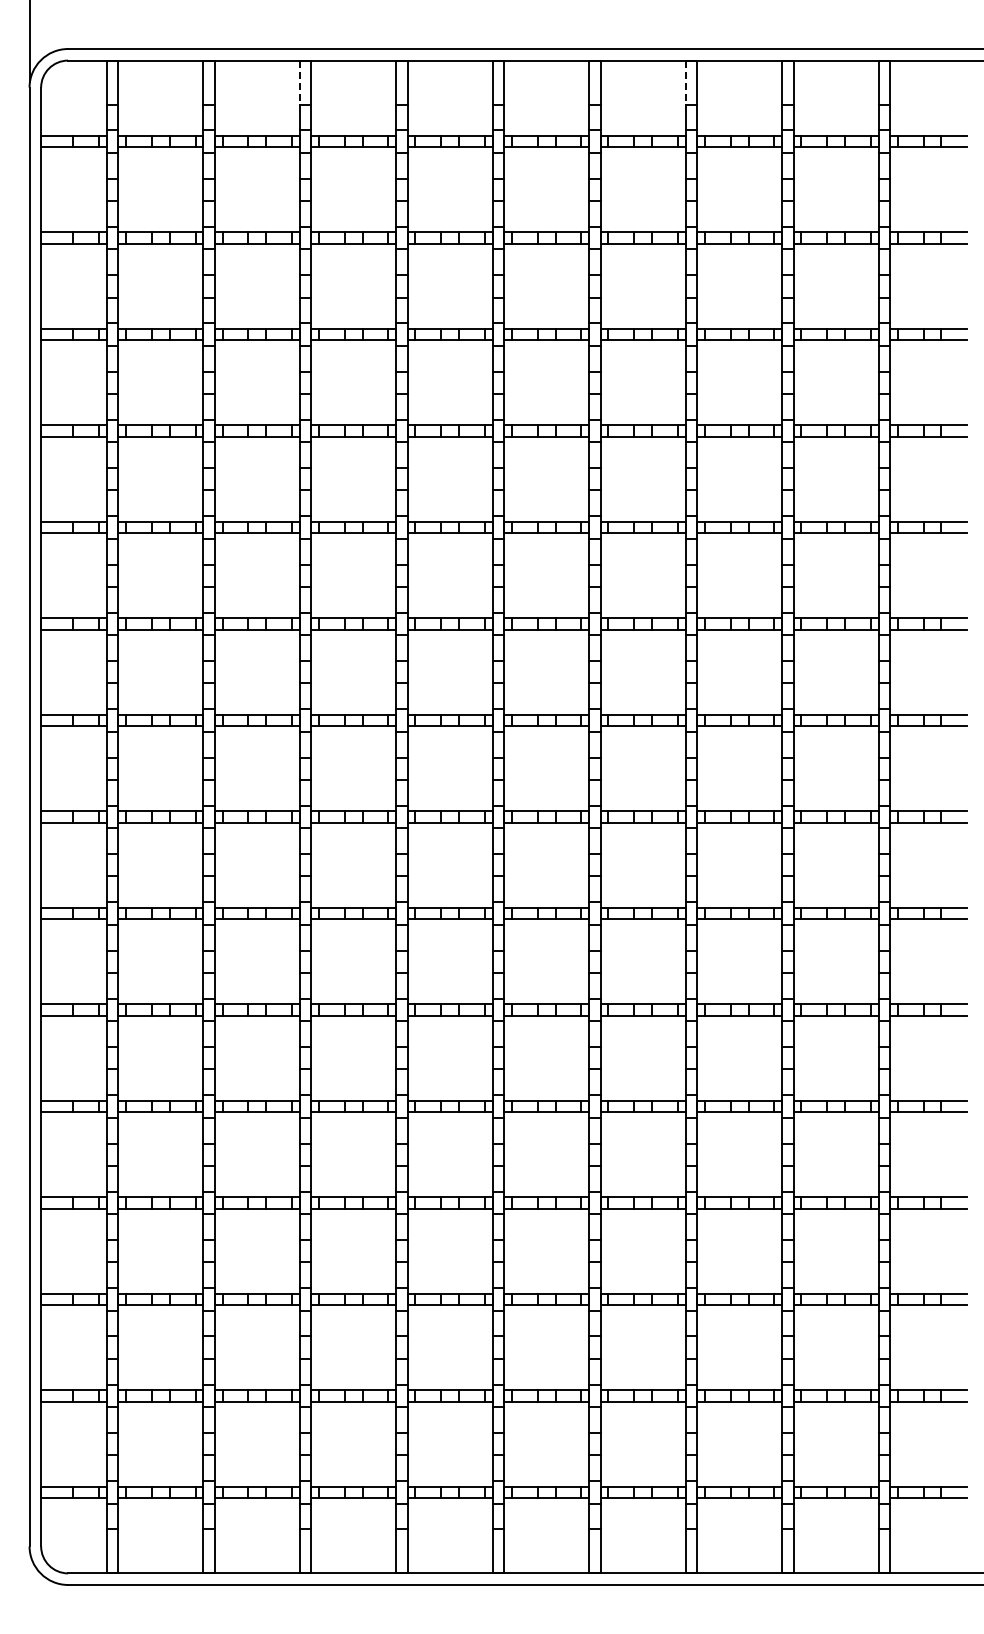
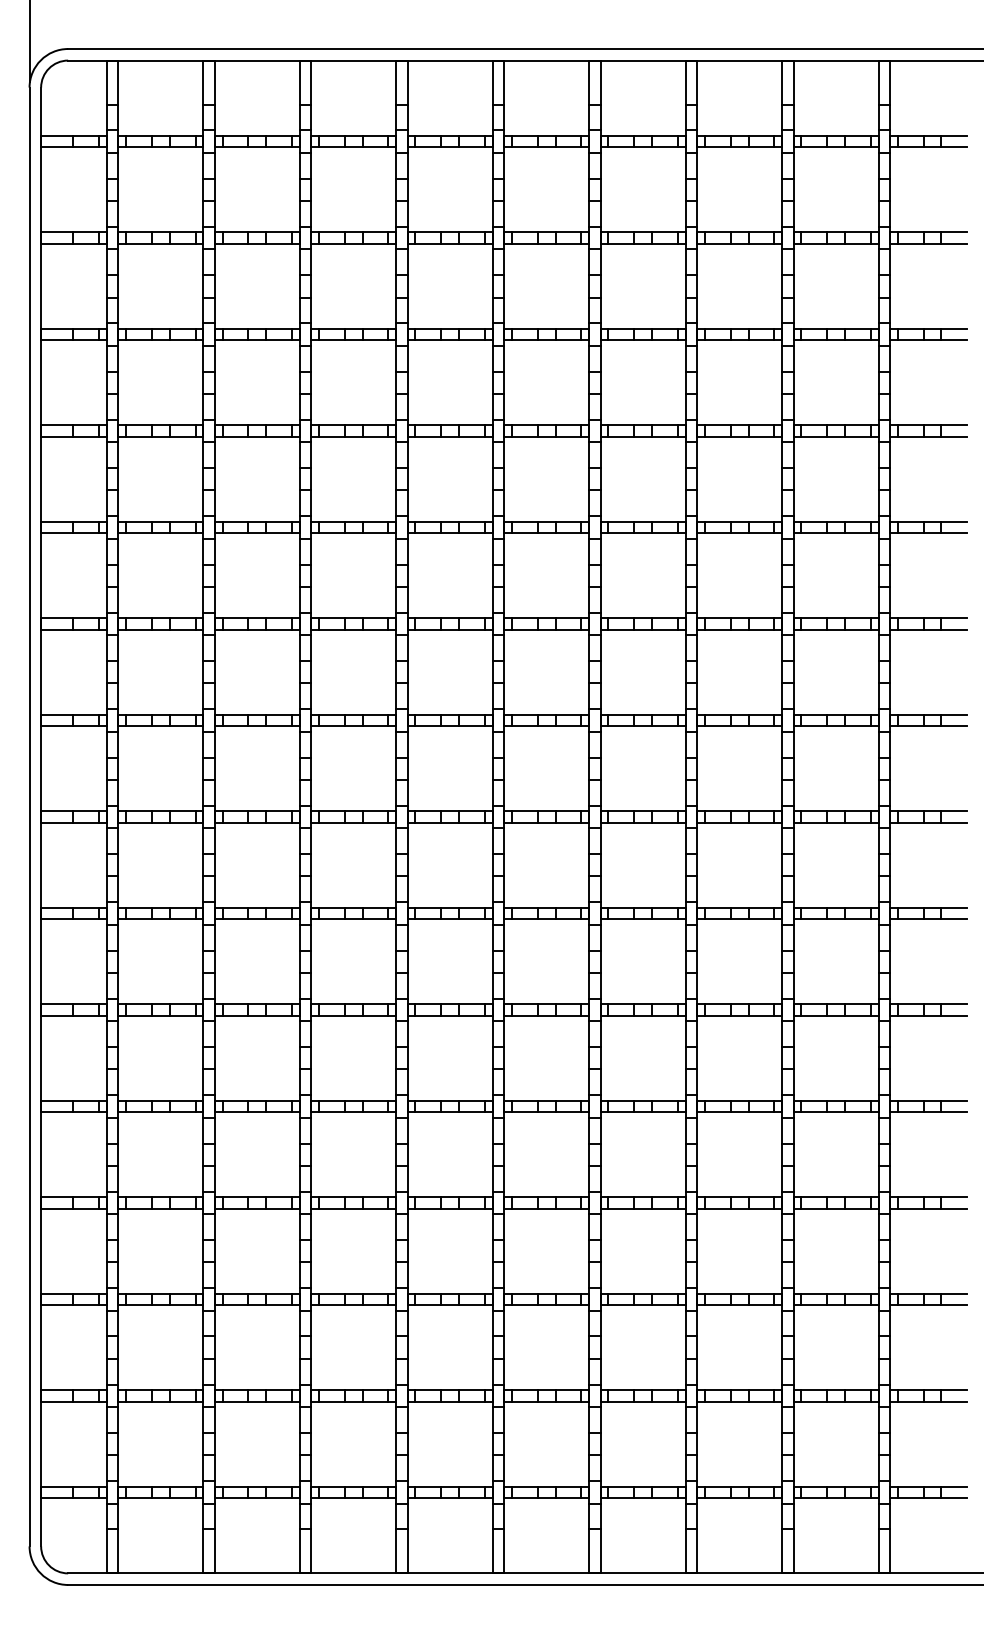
line at (299, 82): dashed -> solid
line at (685, 82): dashed -> solid
